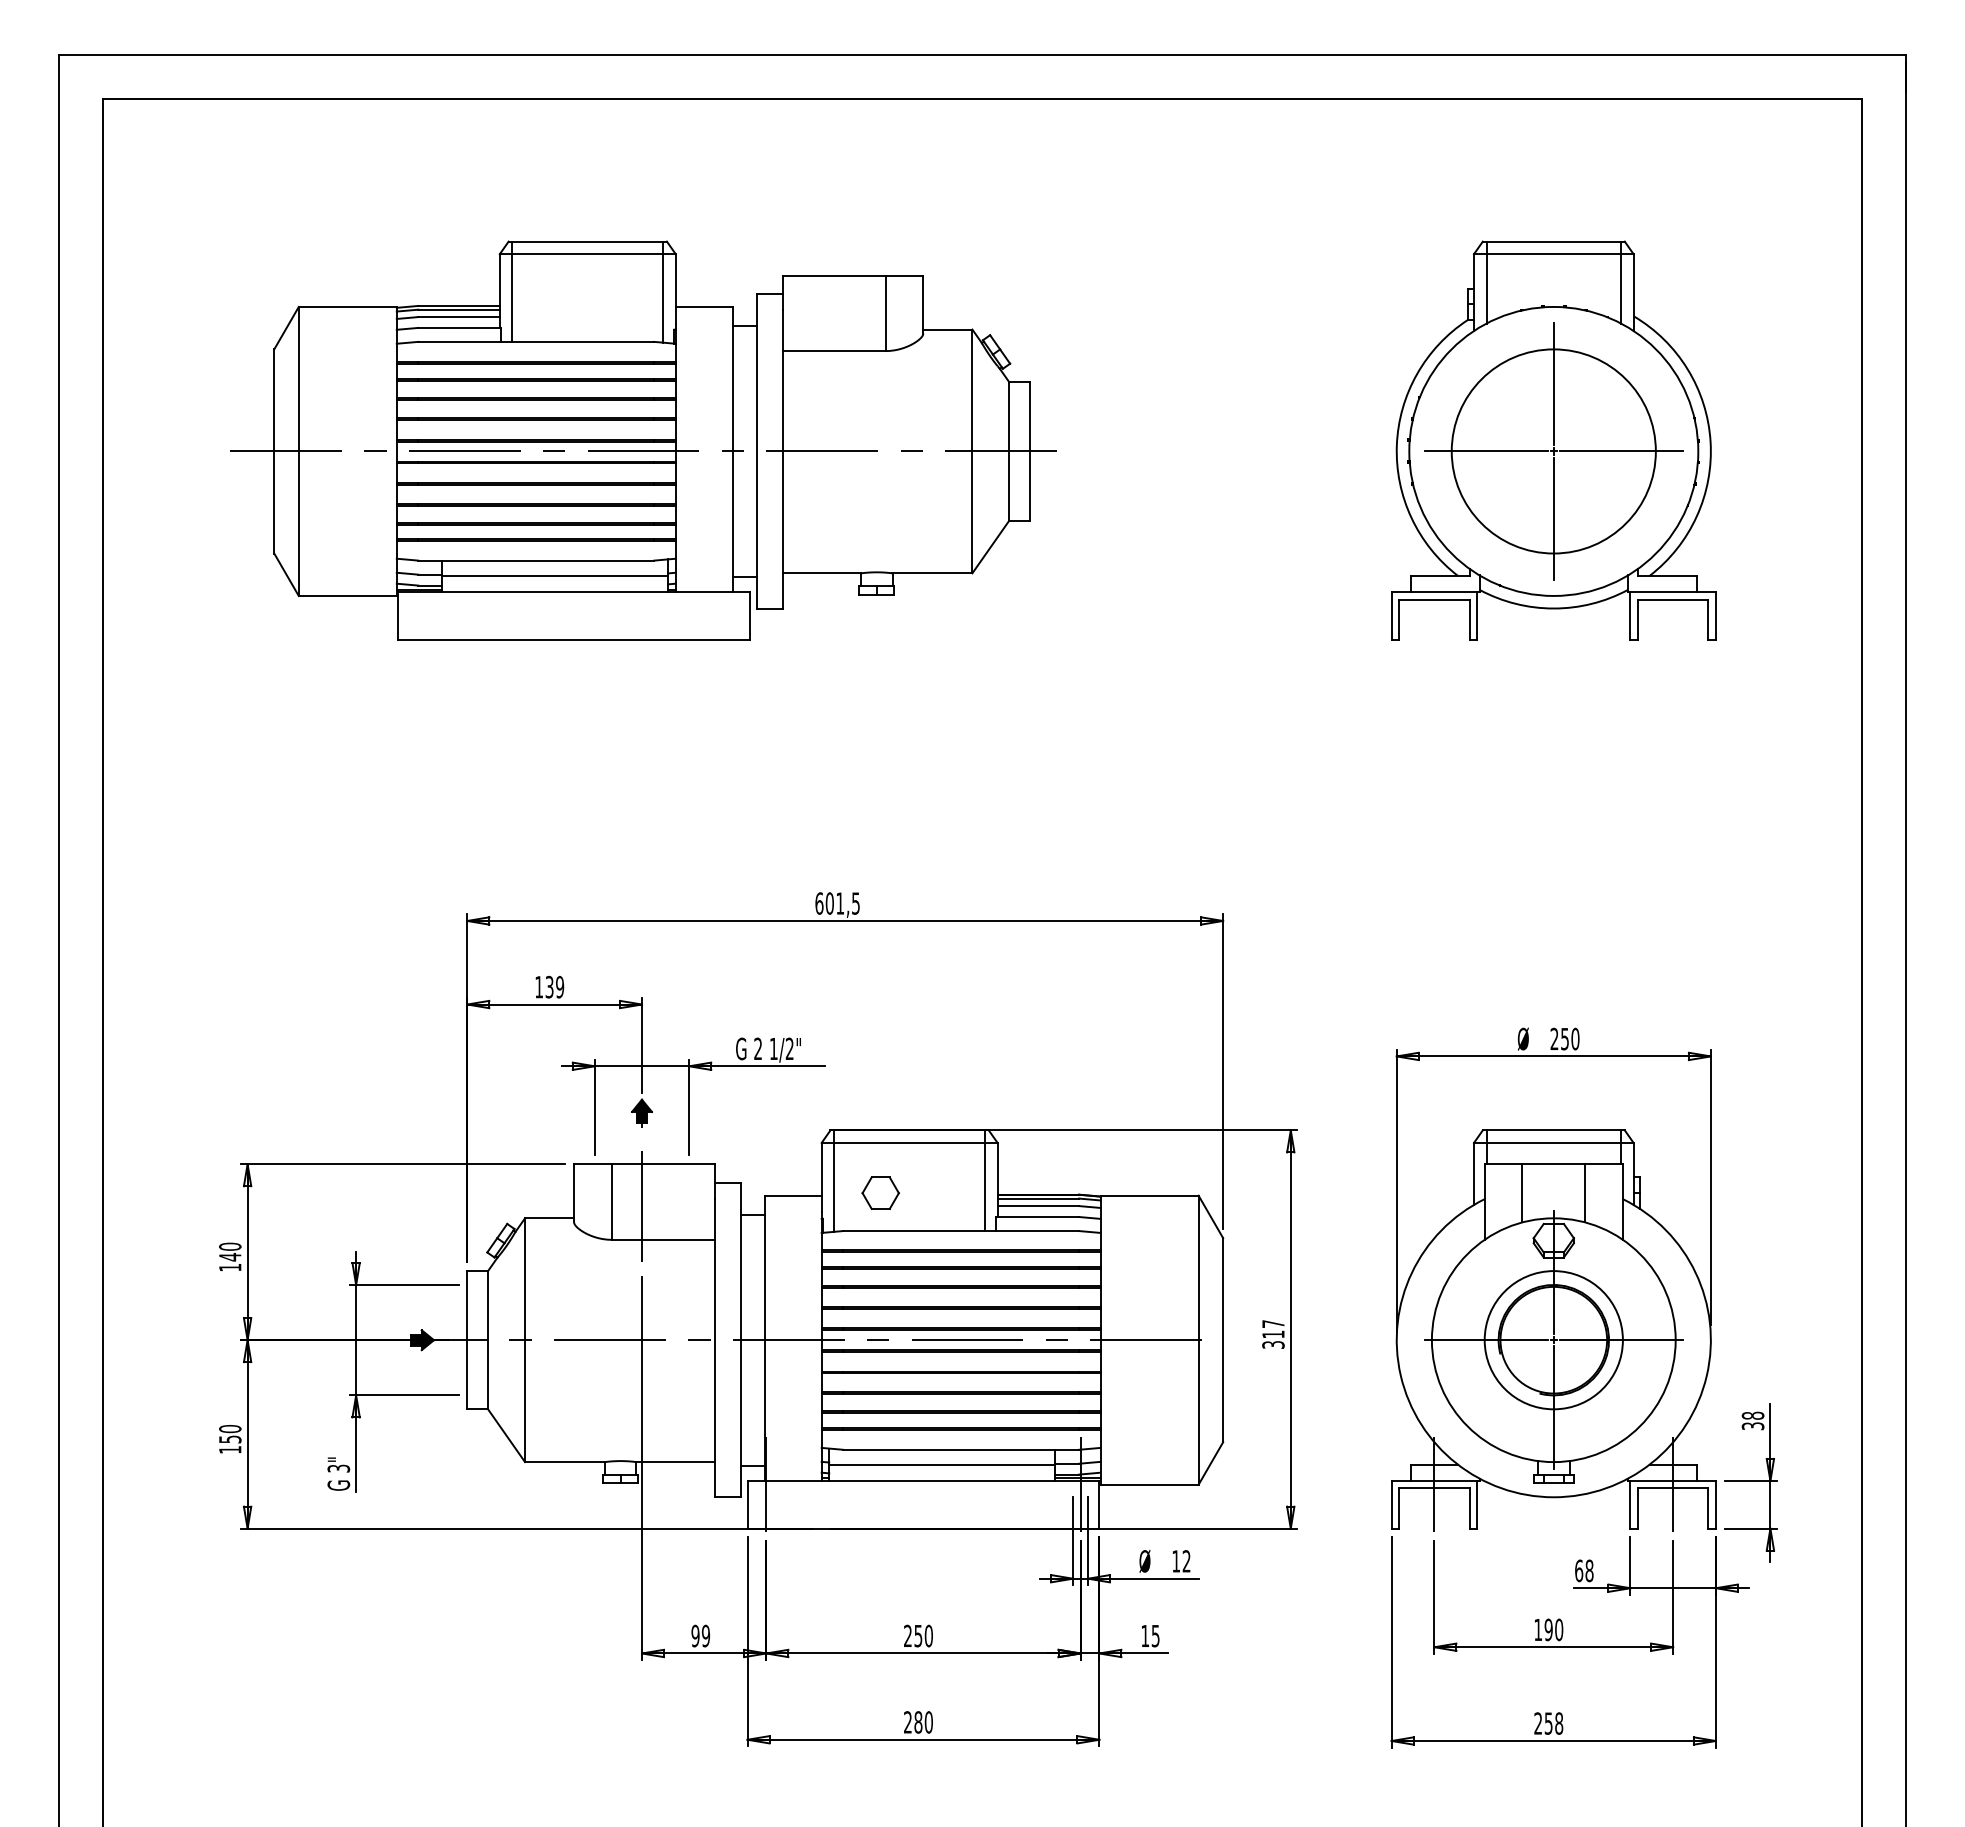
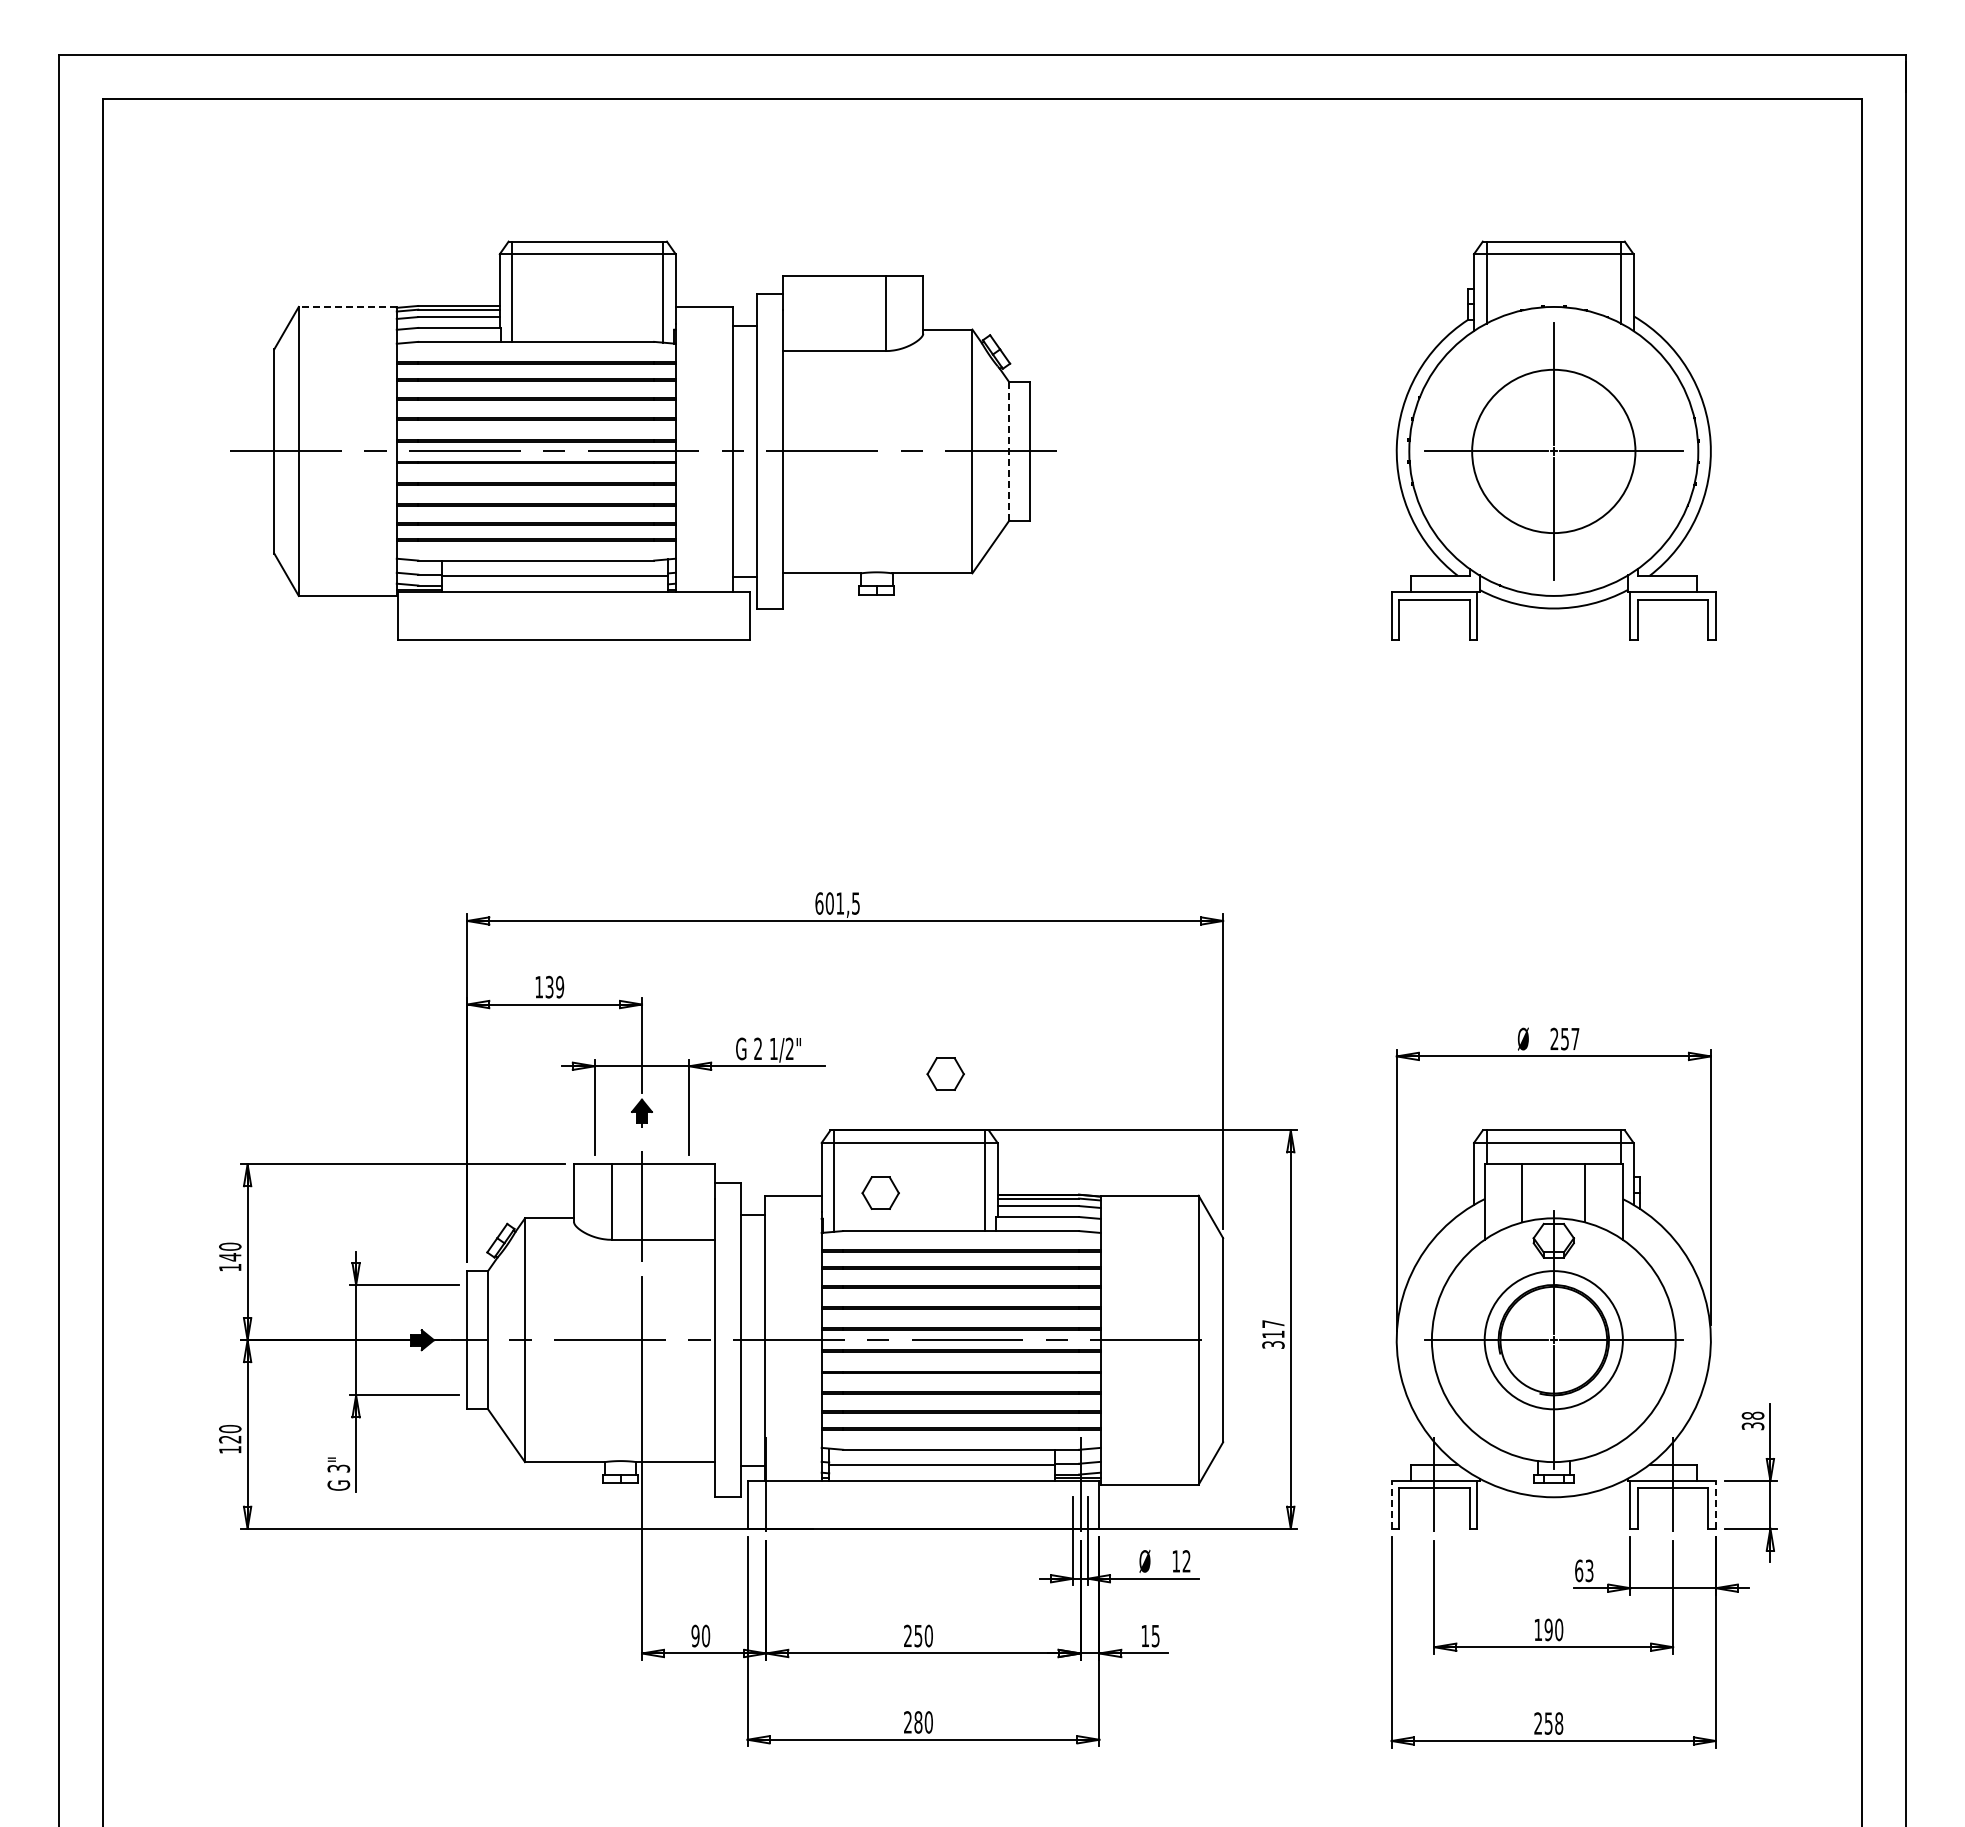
line at (347, 306): solid -> dashed
line at (1009, 450): solid -> dashed
circle at (1553, 451) diameter: 204 px -> 163 px
text at (1575, 1038): 250 -> 257
part at (945, 1073): none -> present
text at (230, 1439): 150 -> 120
line at (1391, 1504): solid -> dashed
line at (1715, 1504): solid -> dashed
text at (1589, 1570): 68 -> 63
text at (705, 1636): 99 -> 90
